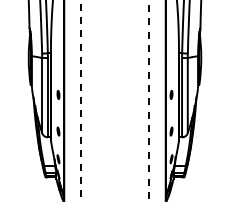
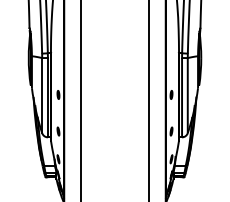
line at (148, 100): dashed -> solid
line at (81, 101): dashed -> solid
